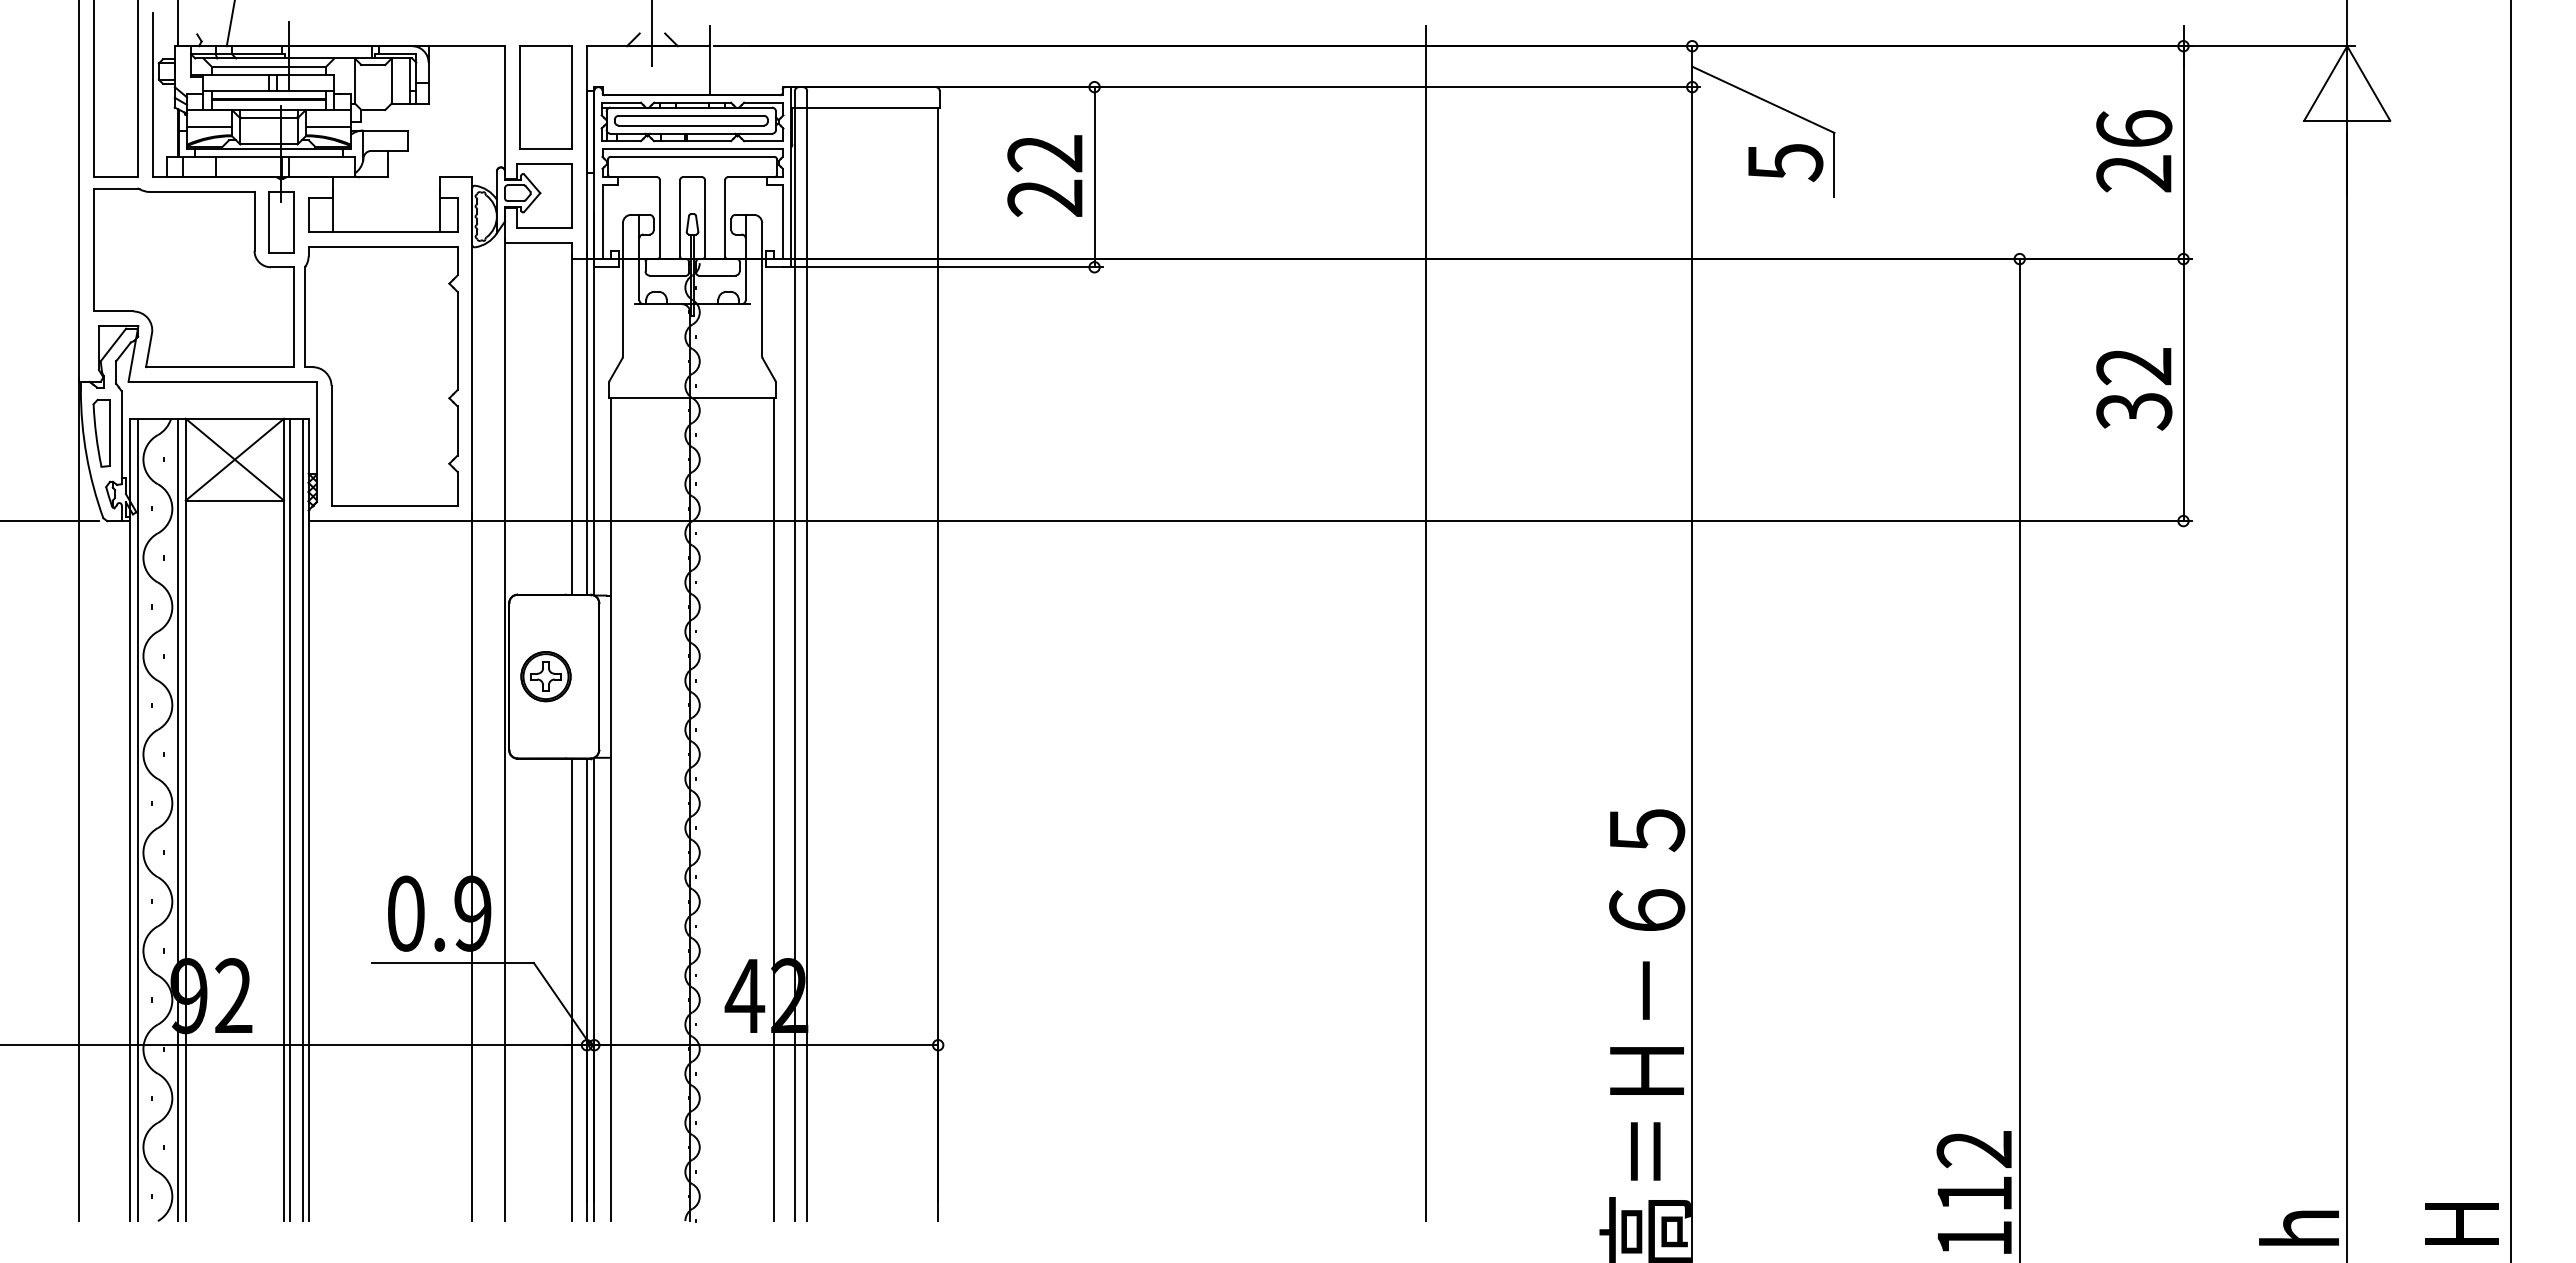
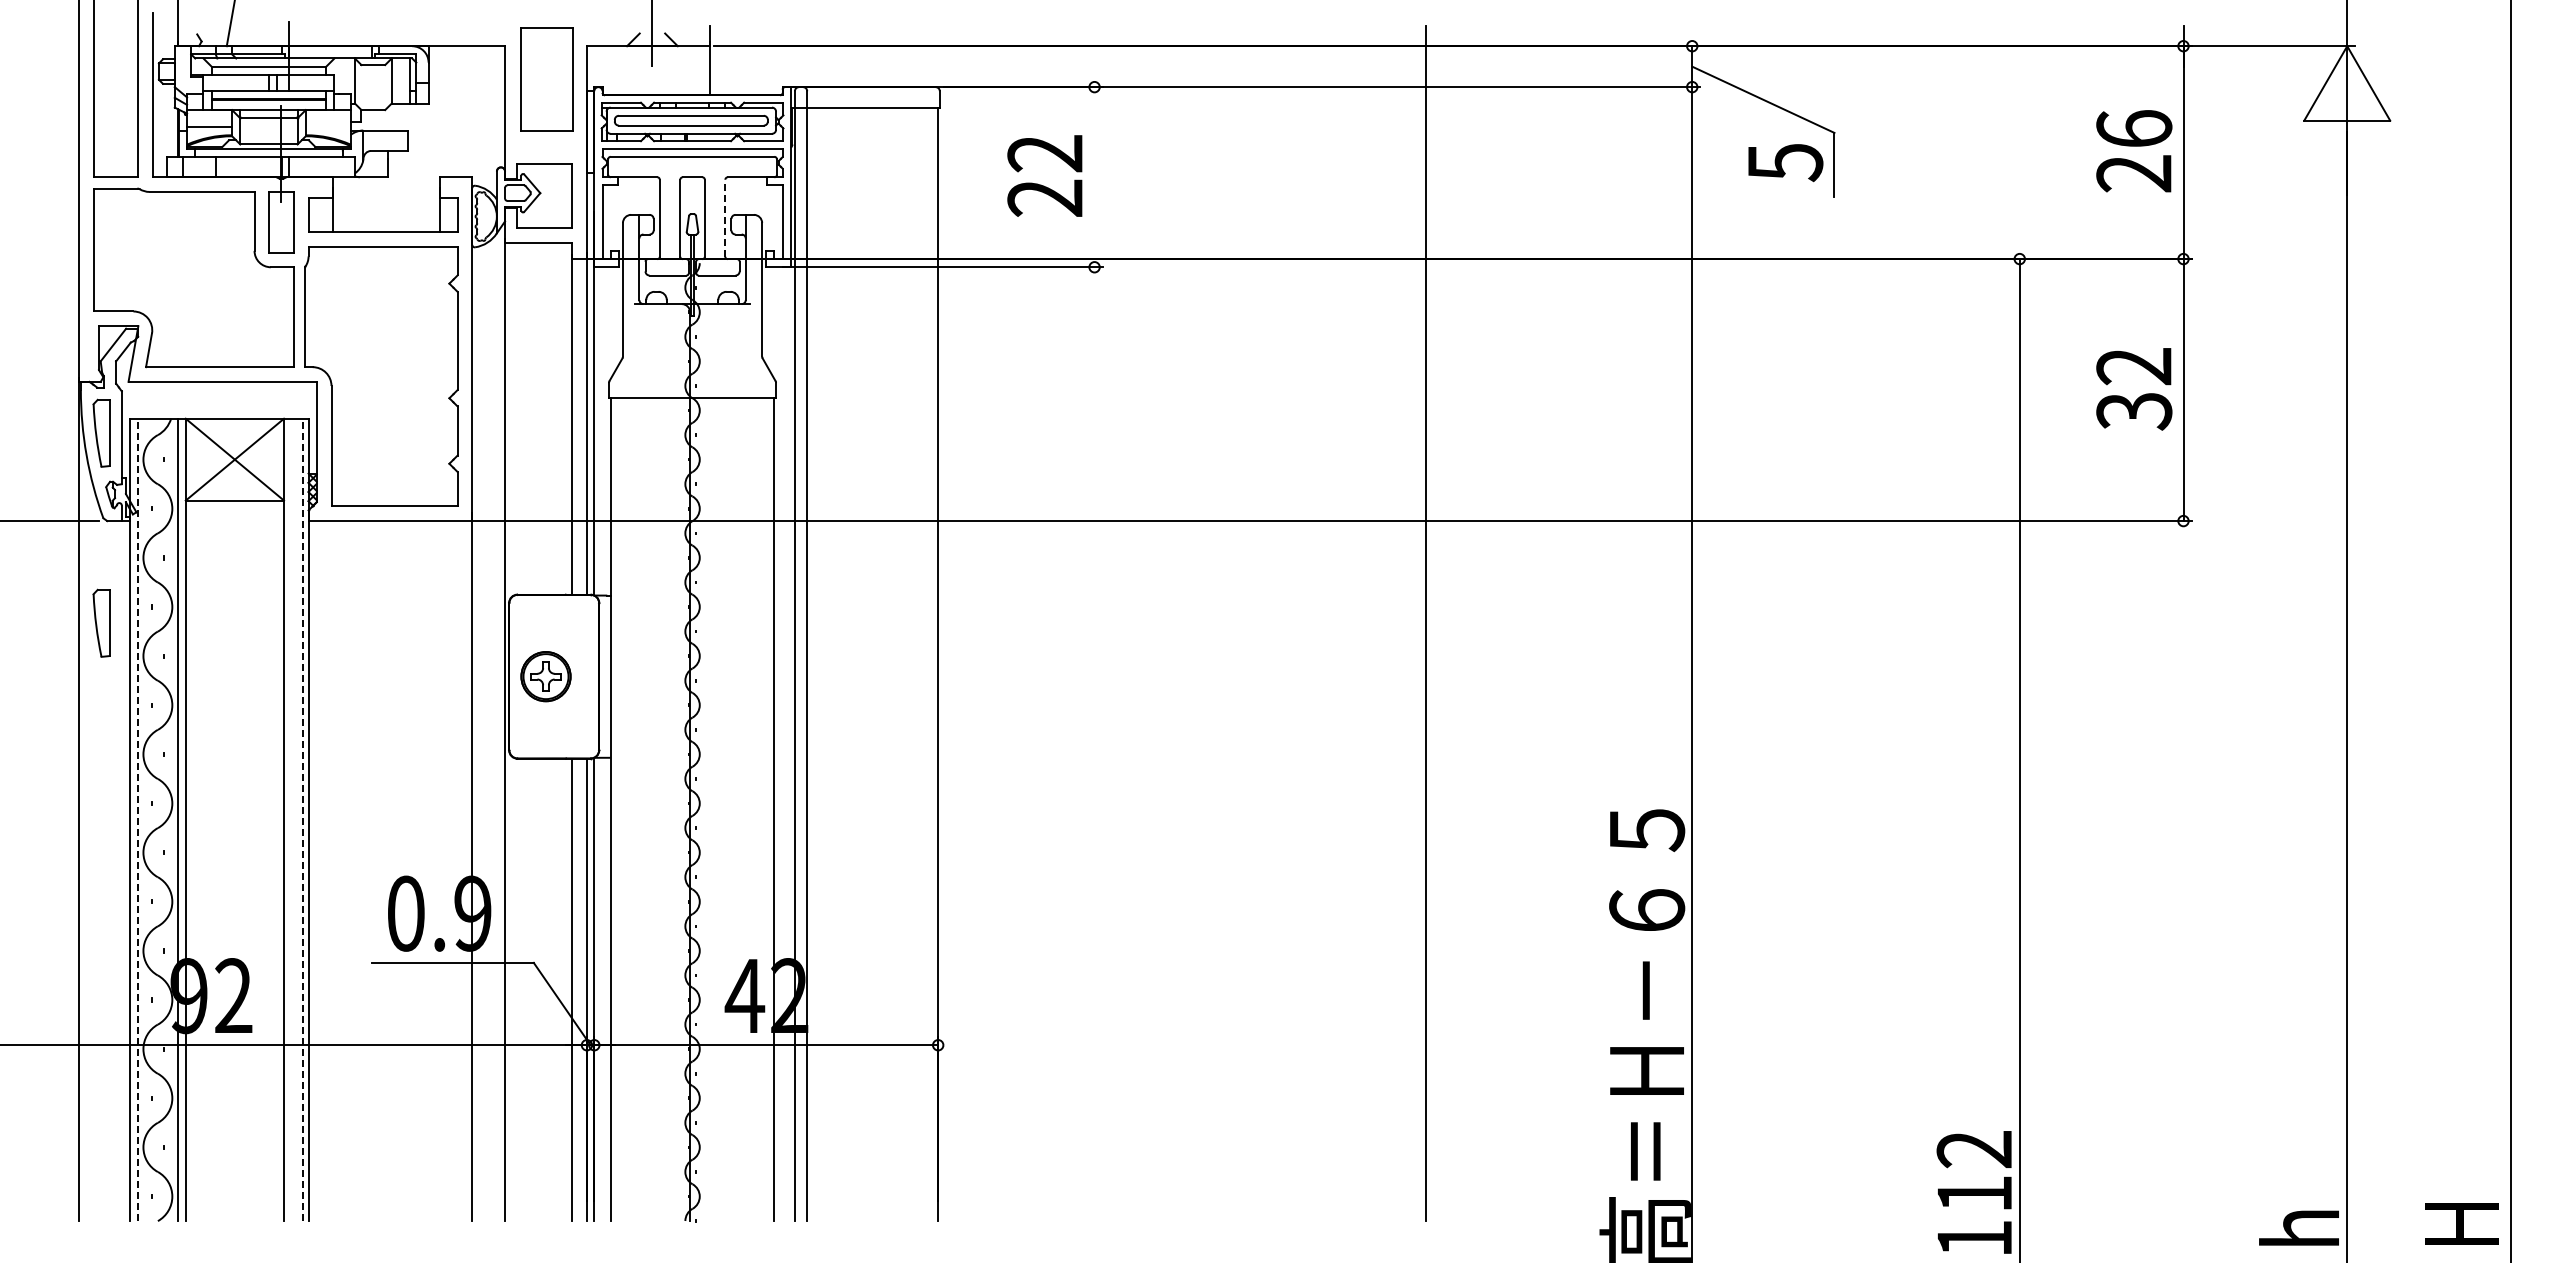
part at (545, 97) position: (545, 97) -> (546, 79)
line at (327, 126): present -> none
line at (1094, 177): present -> none
line at (725, 217): solid -> dashed
part at (101, 622): none -> present
line at (138, 819): solid -> dashed
line at (289, 819): present -> none
line at (302, 819): solid -> dashed
